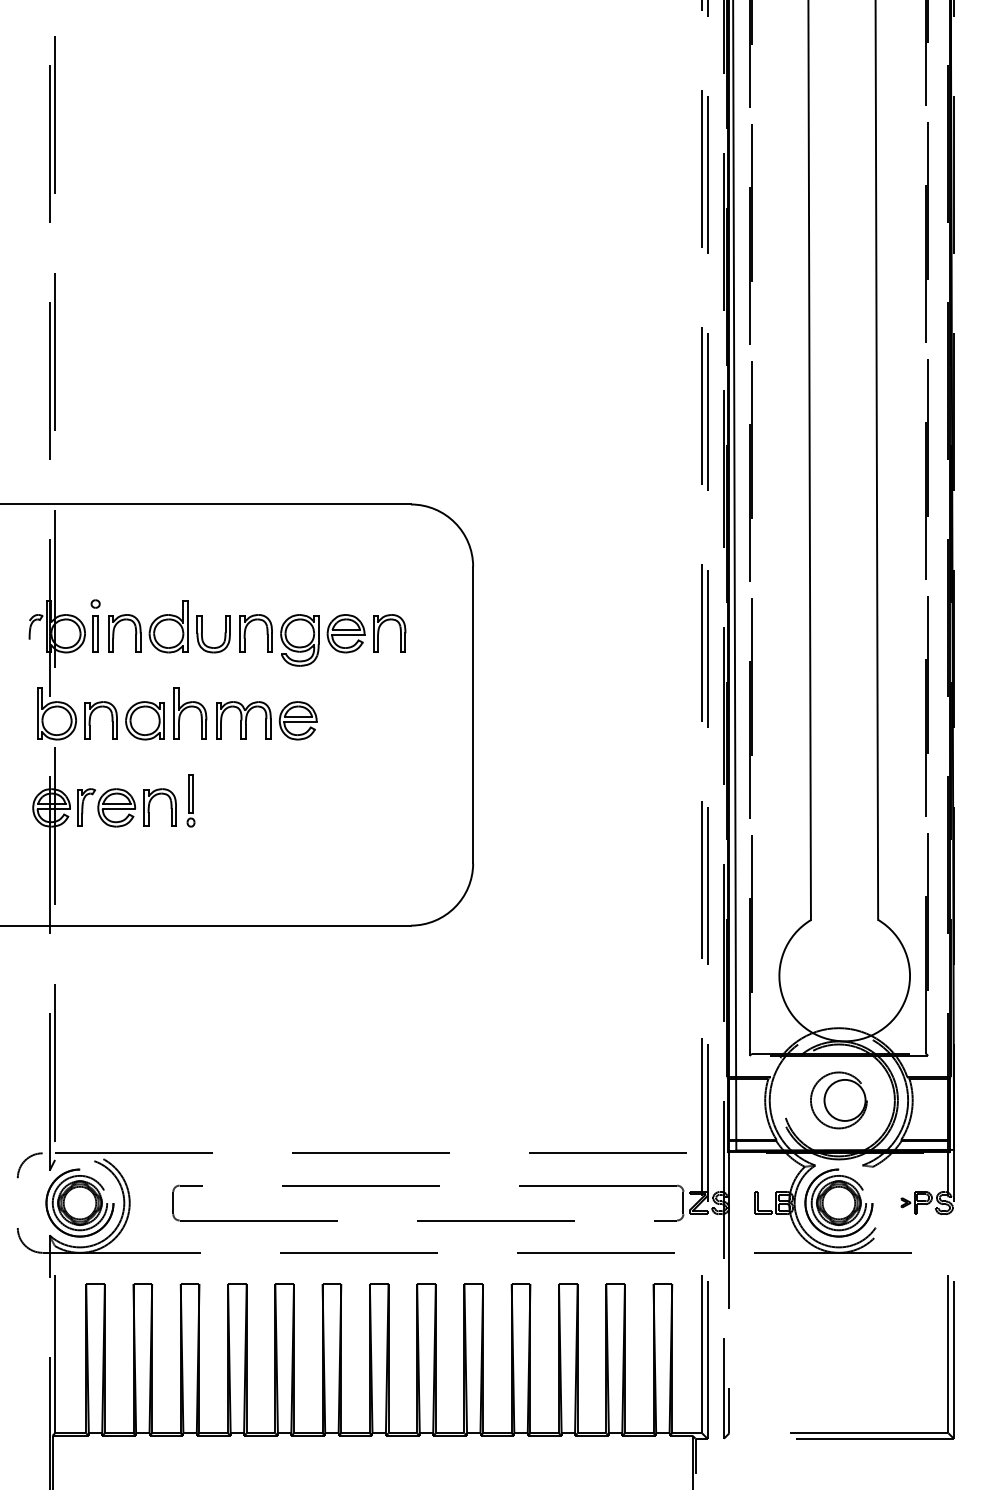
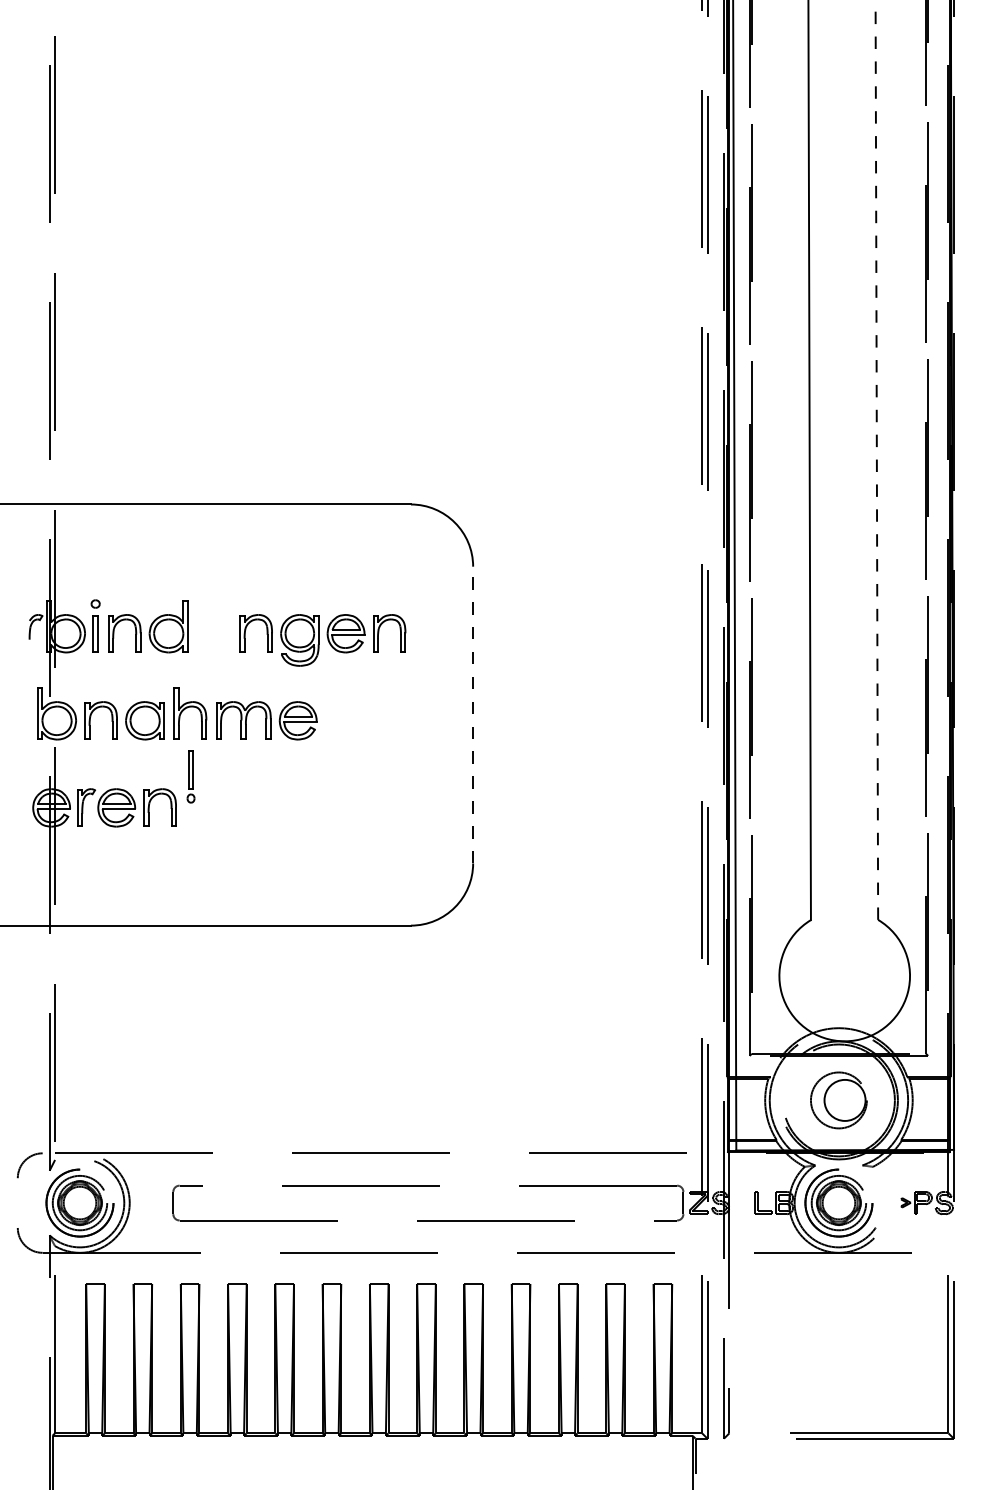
line at (876, 460): solid -> dashed
part at (203, 638): present -> none
line at (473, 714): solid -> dashed
part at (190, 800) position: (190, 800) -> (190, 776)
